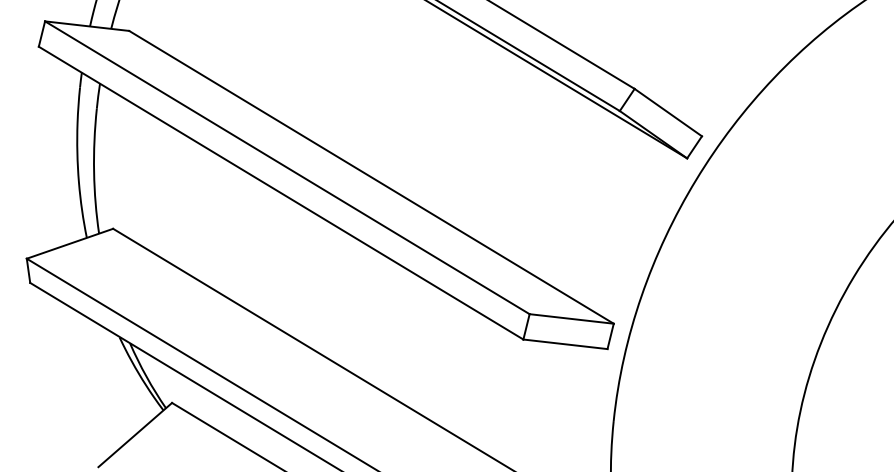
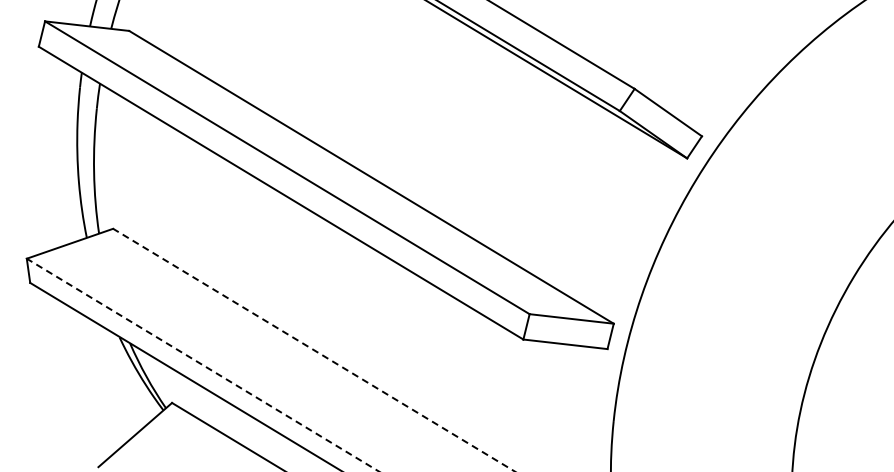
line at (314, 350): solid -> dashed
line at (202, 365): solid -> dashed
